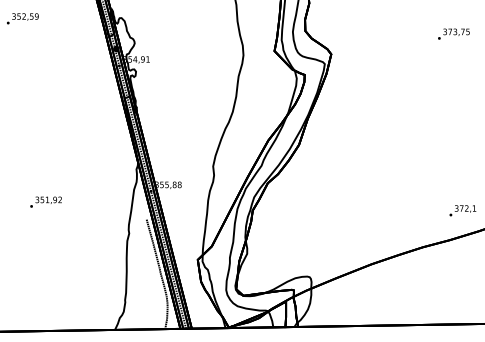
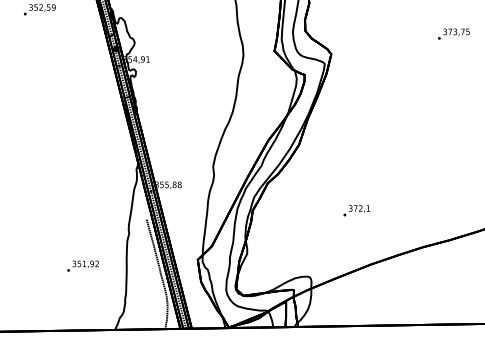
text at (22, 18) position: (22, 18) -> (39, 9)
text at (45, 201) position: (45, 201) -> (82, 265)
text at (462, 210) position: (462, 210) -> (356, 210)
